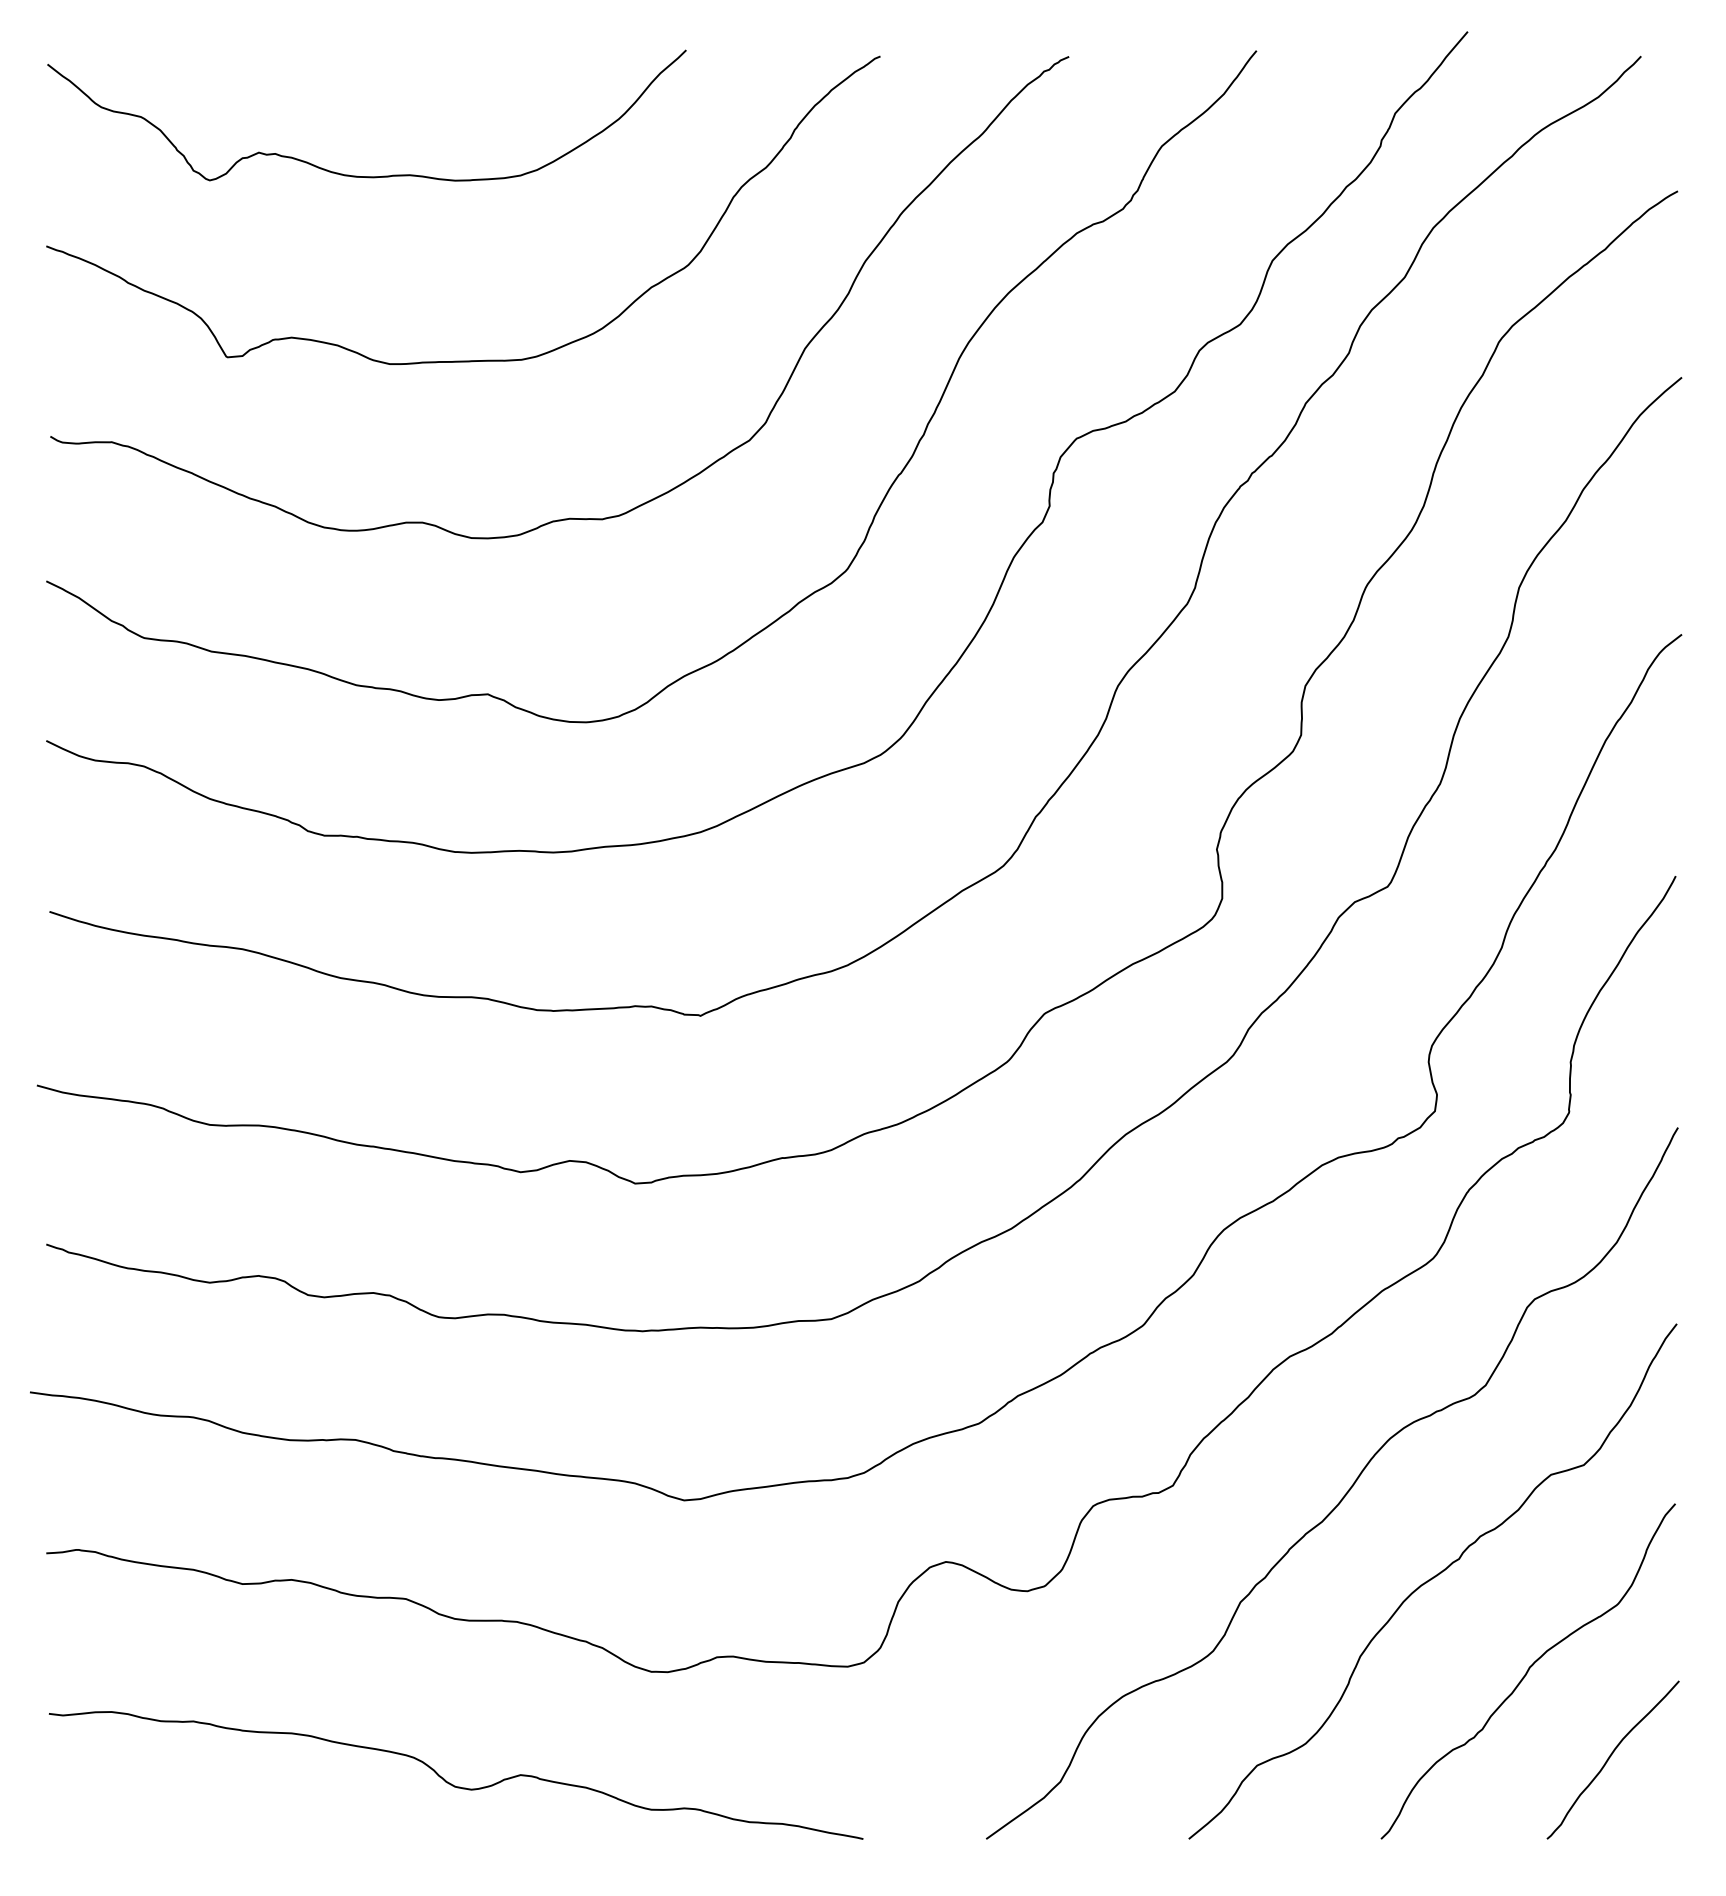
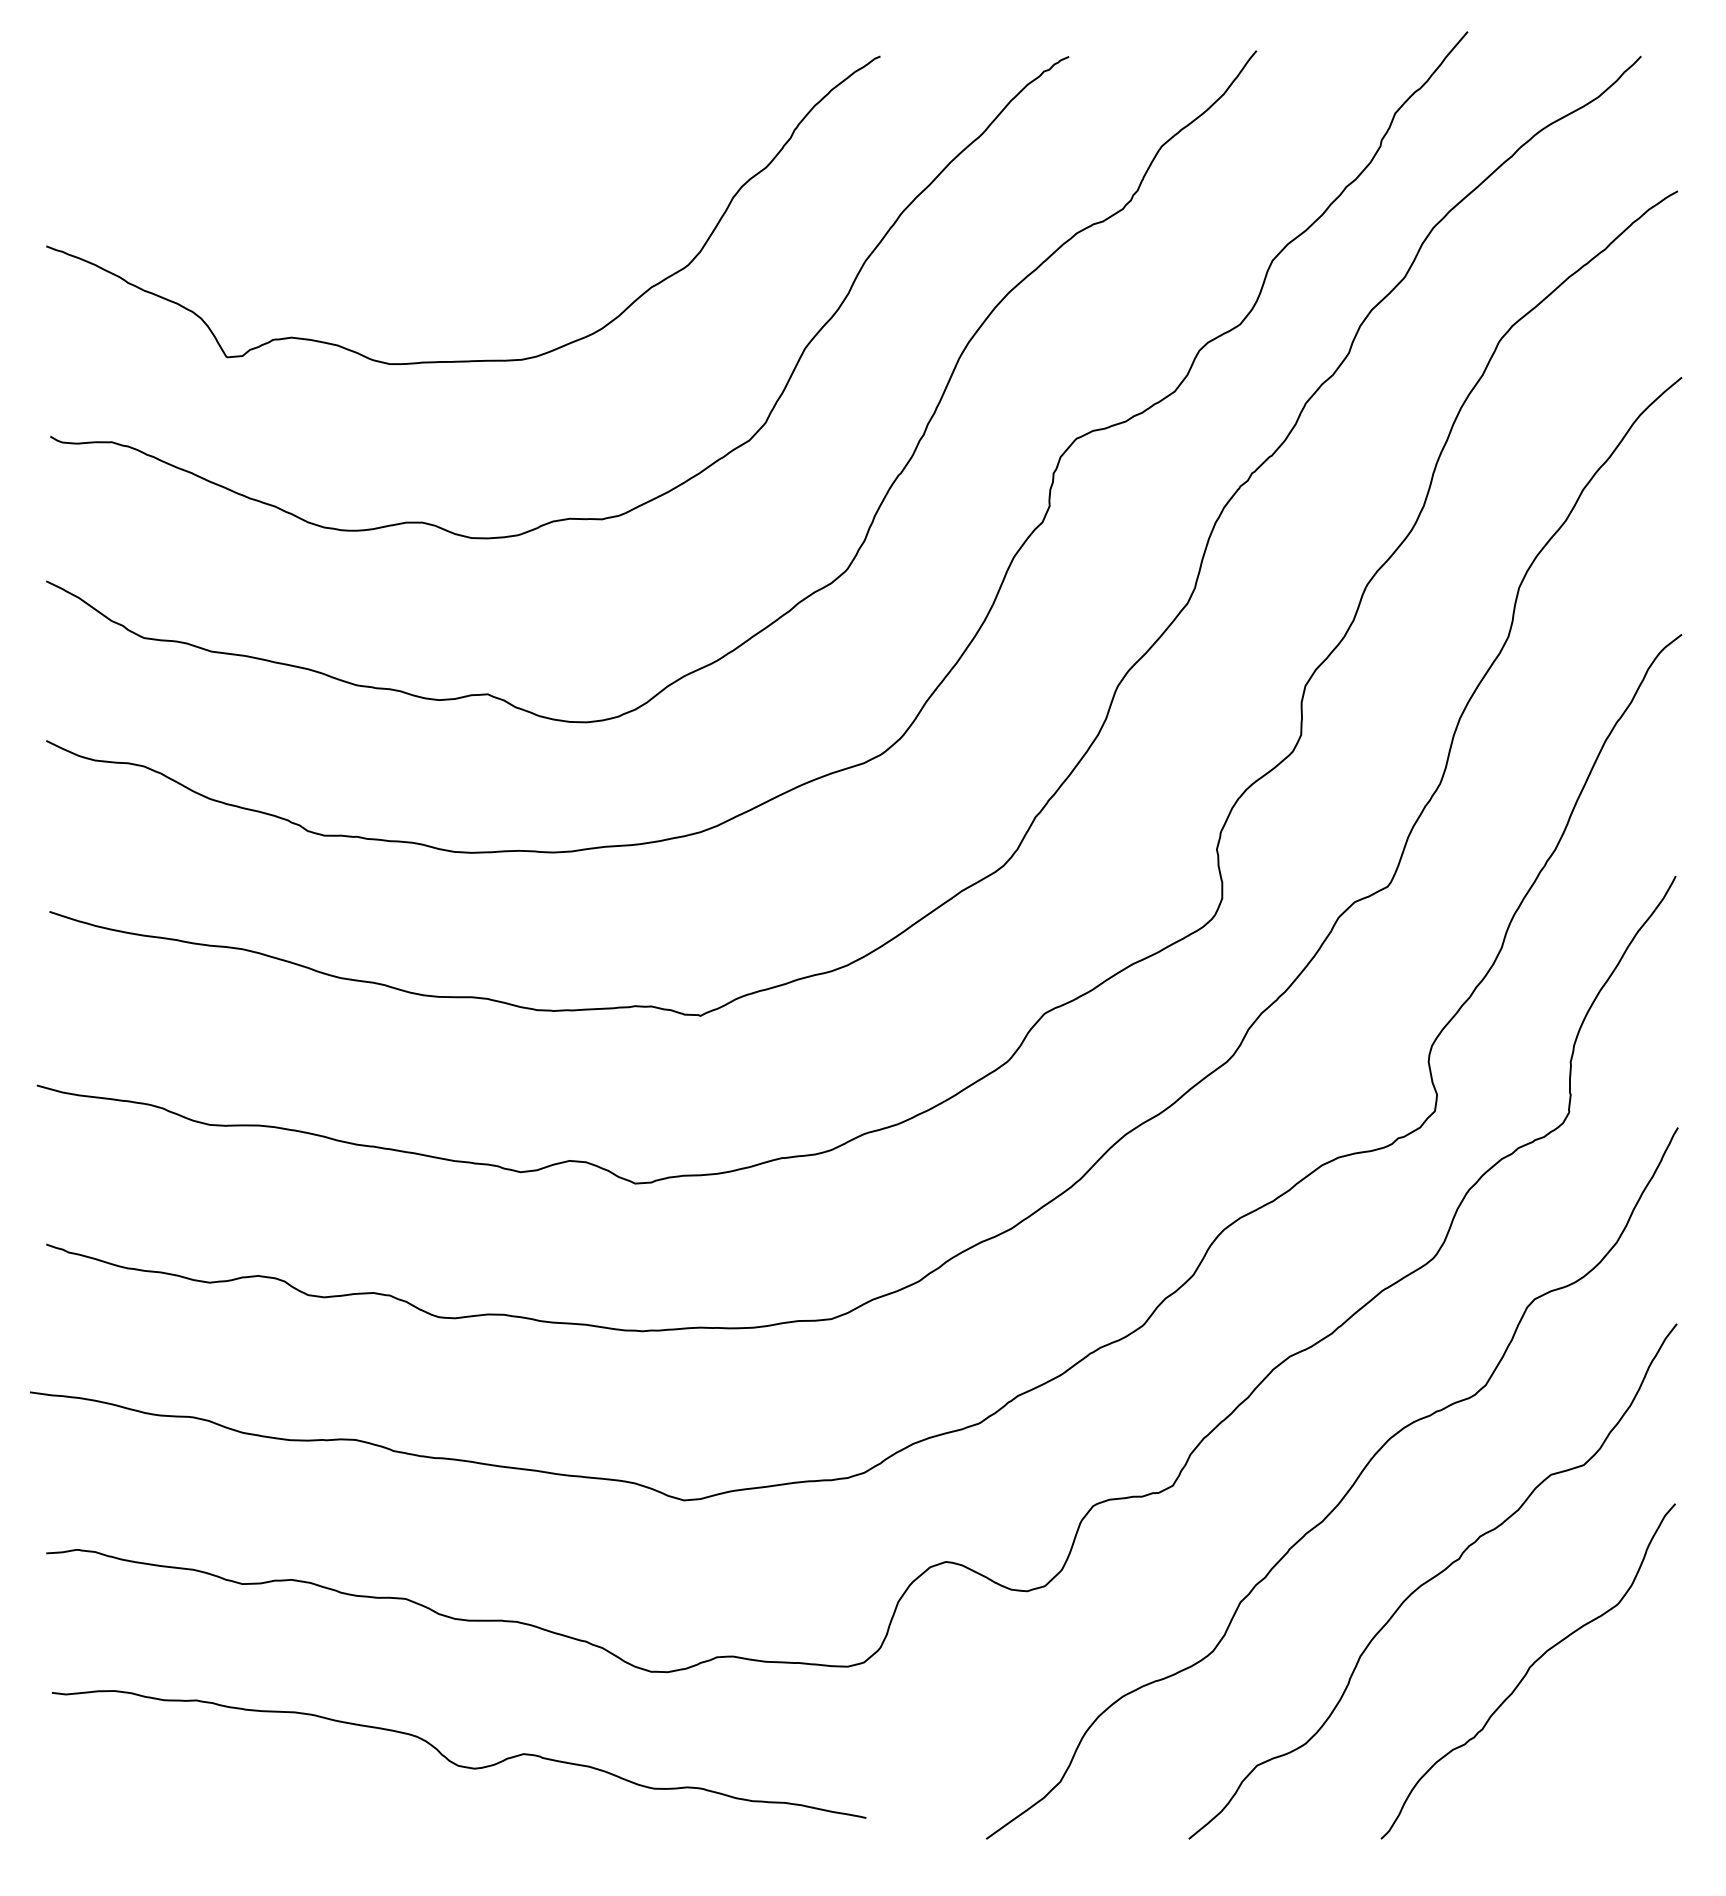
curve at (356, 175): present -> none
curve at (1610, 1757): present -> none
curve at (451, 1783) position: (451, 1783) -> (454, 1762)
